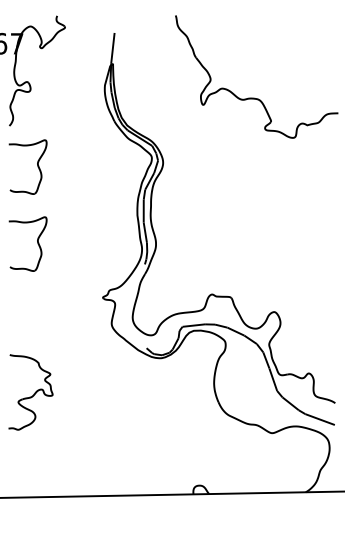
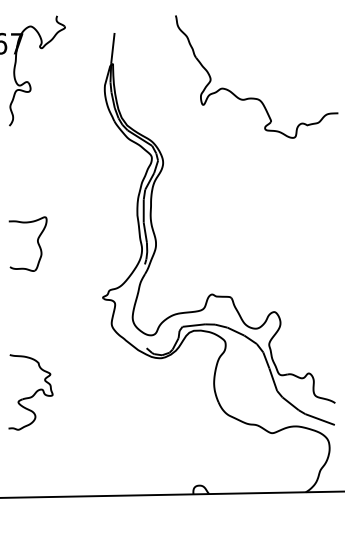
part at (37, 166): present -> none
